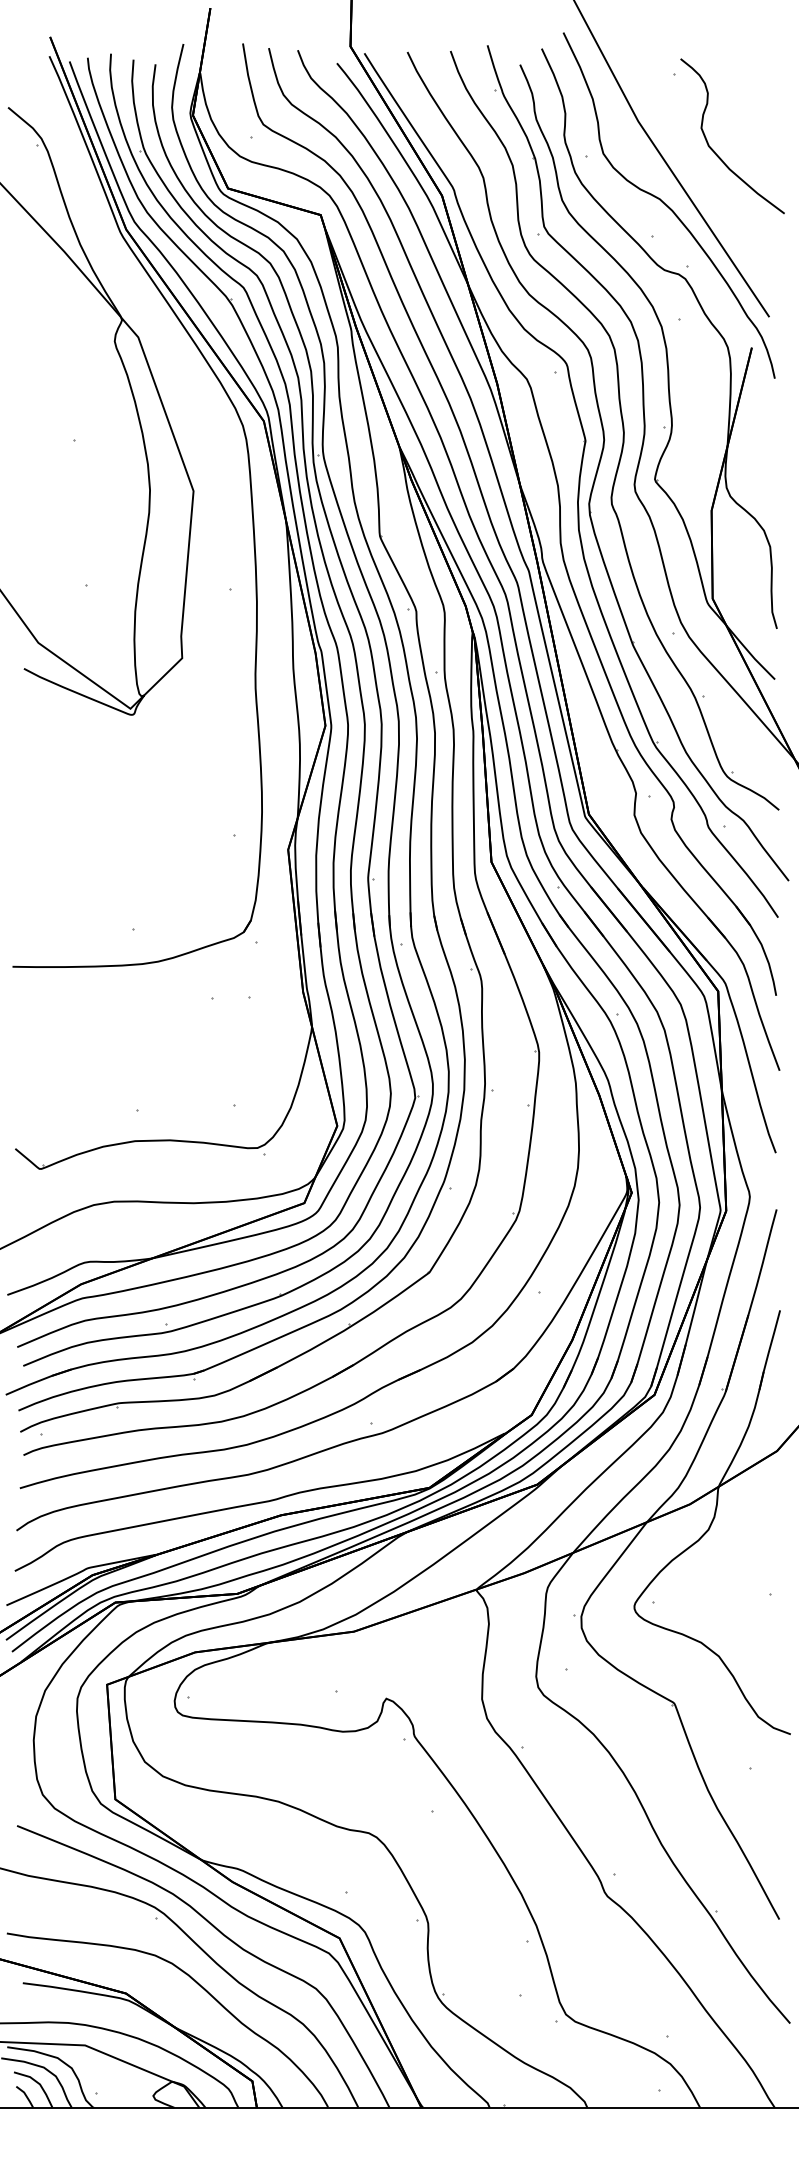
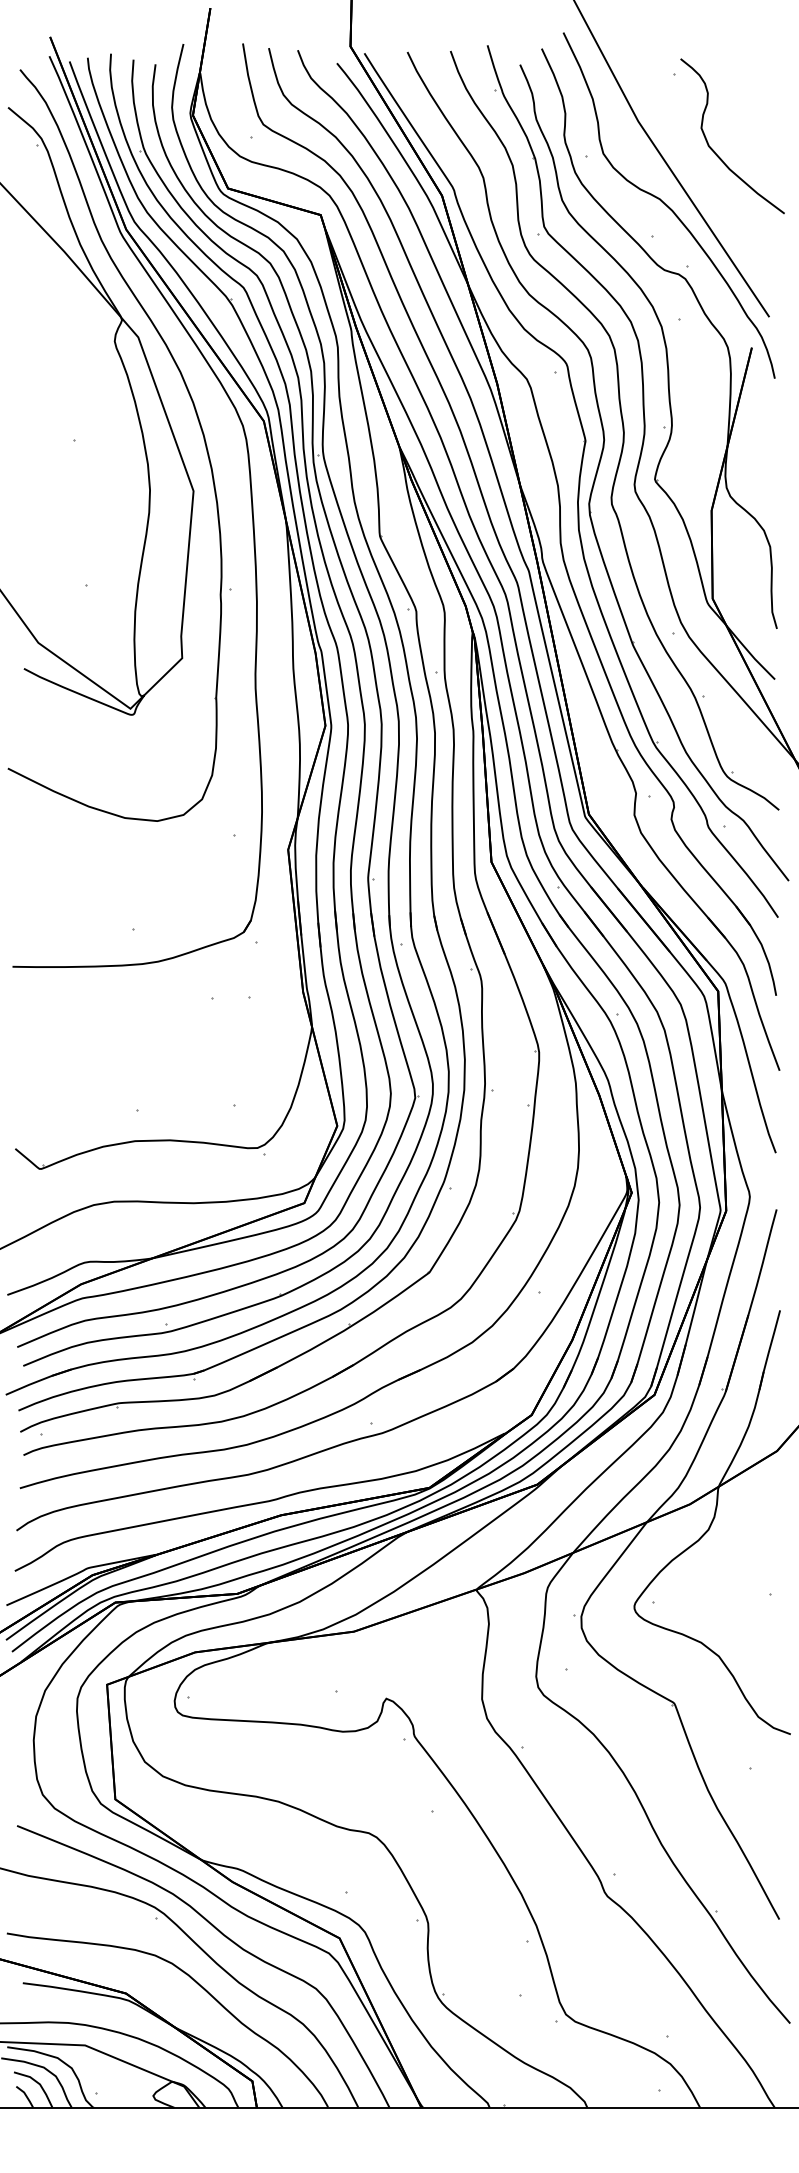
part at (196, 416): none -> present
